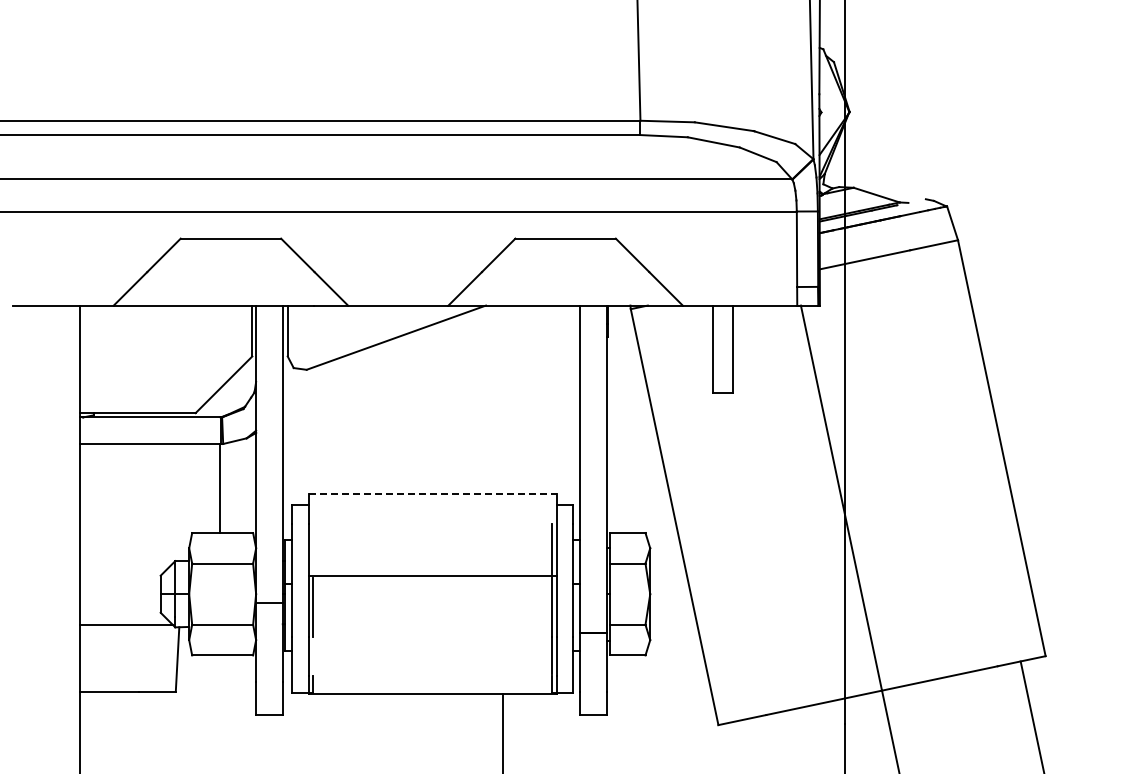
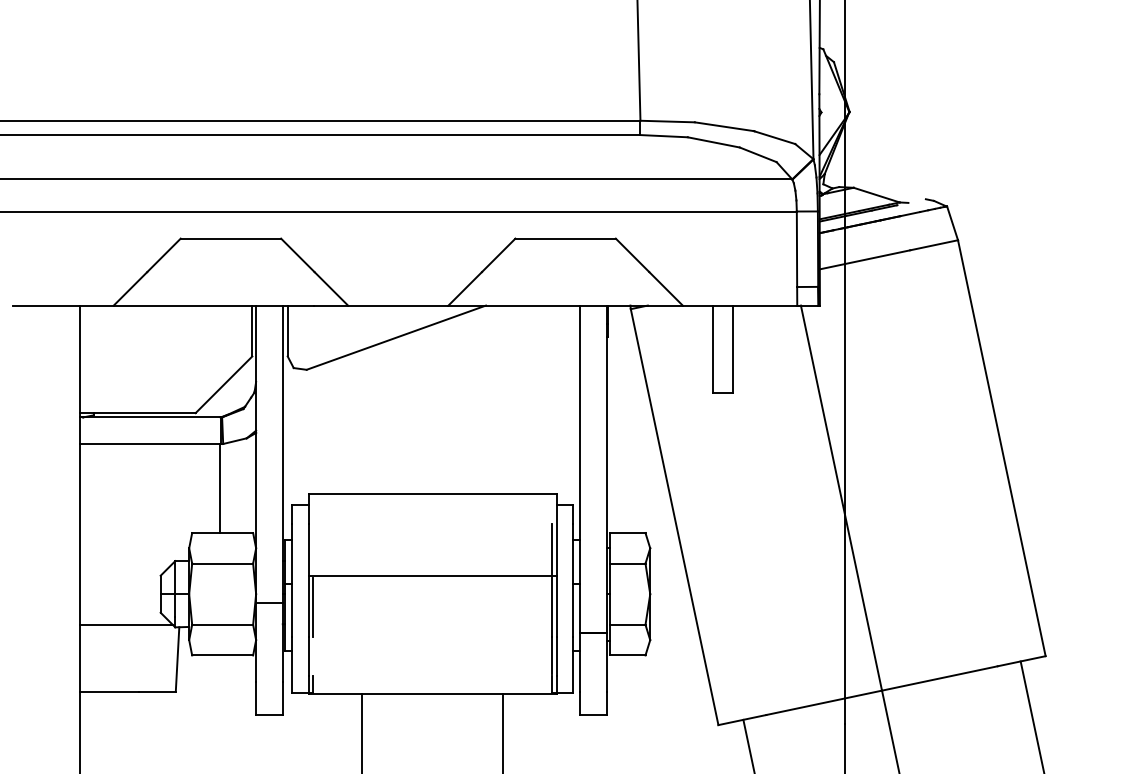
line at (432, 494): dashed -> solid
line at (361, 732): none -> present
line at (748, 744): none -> present
